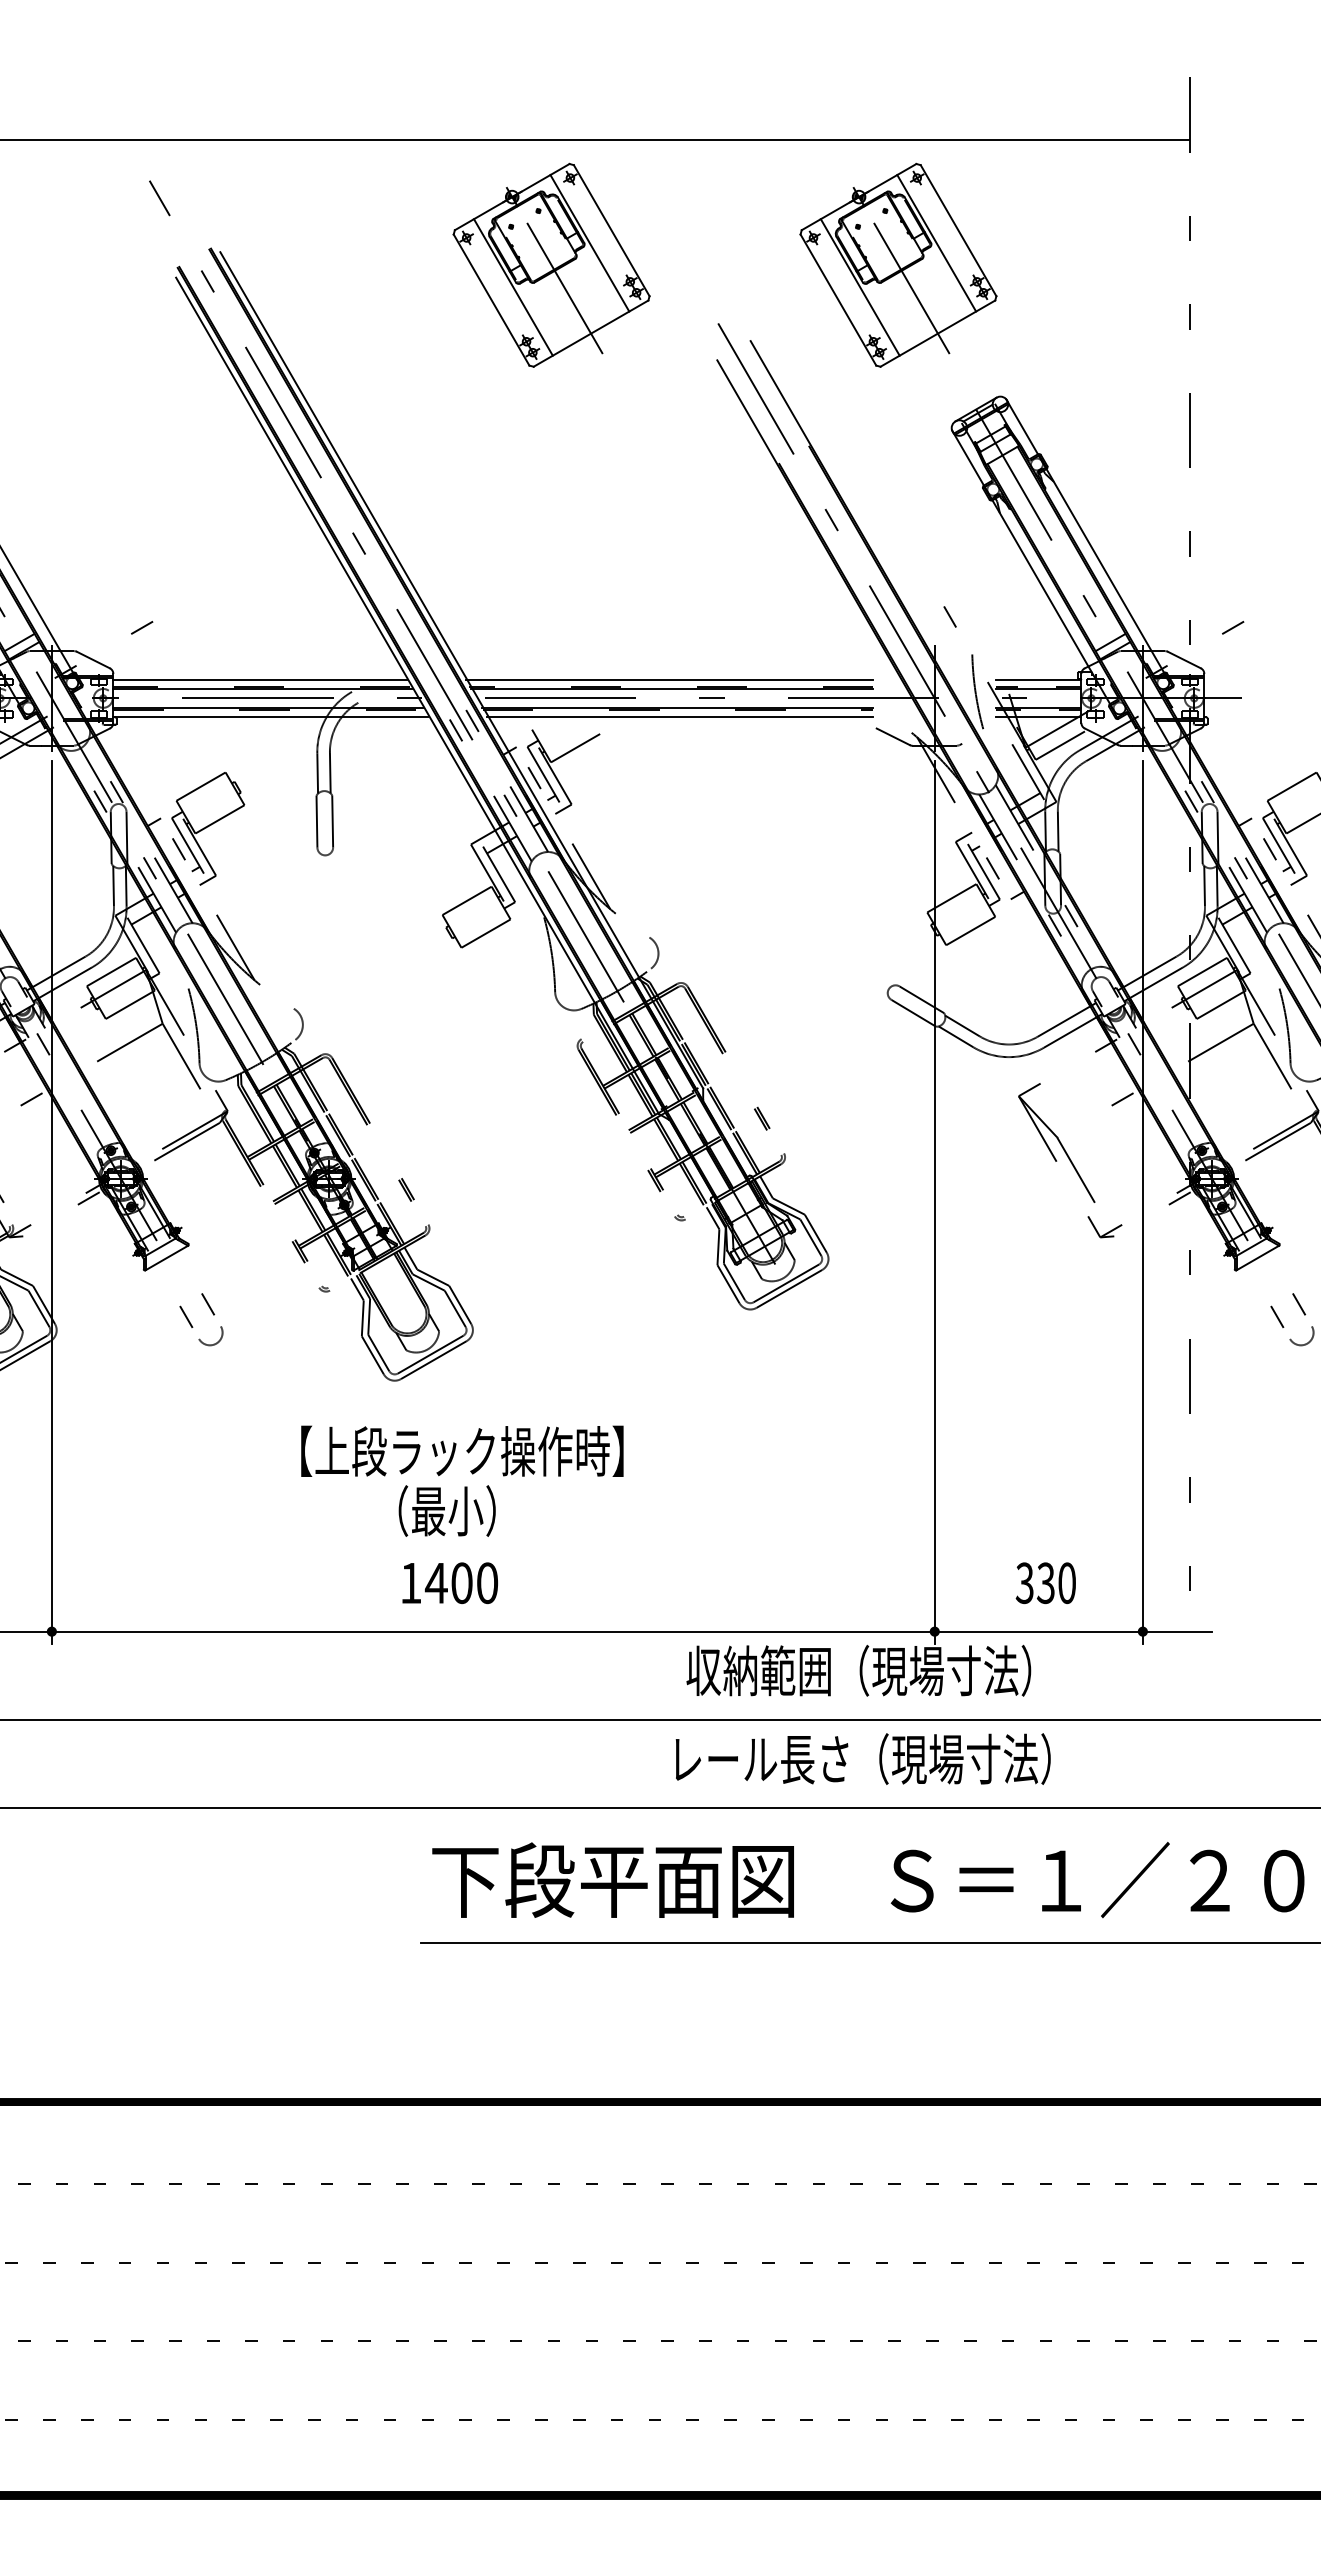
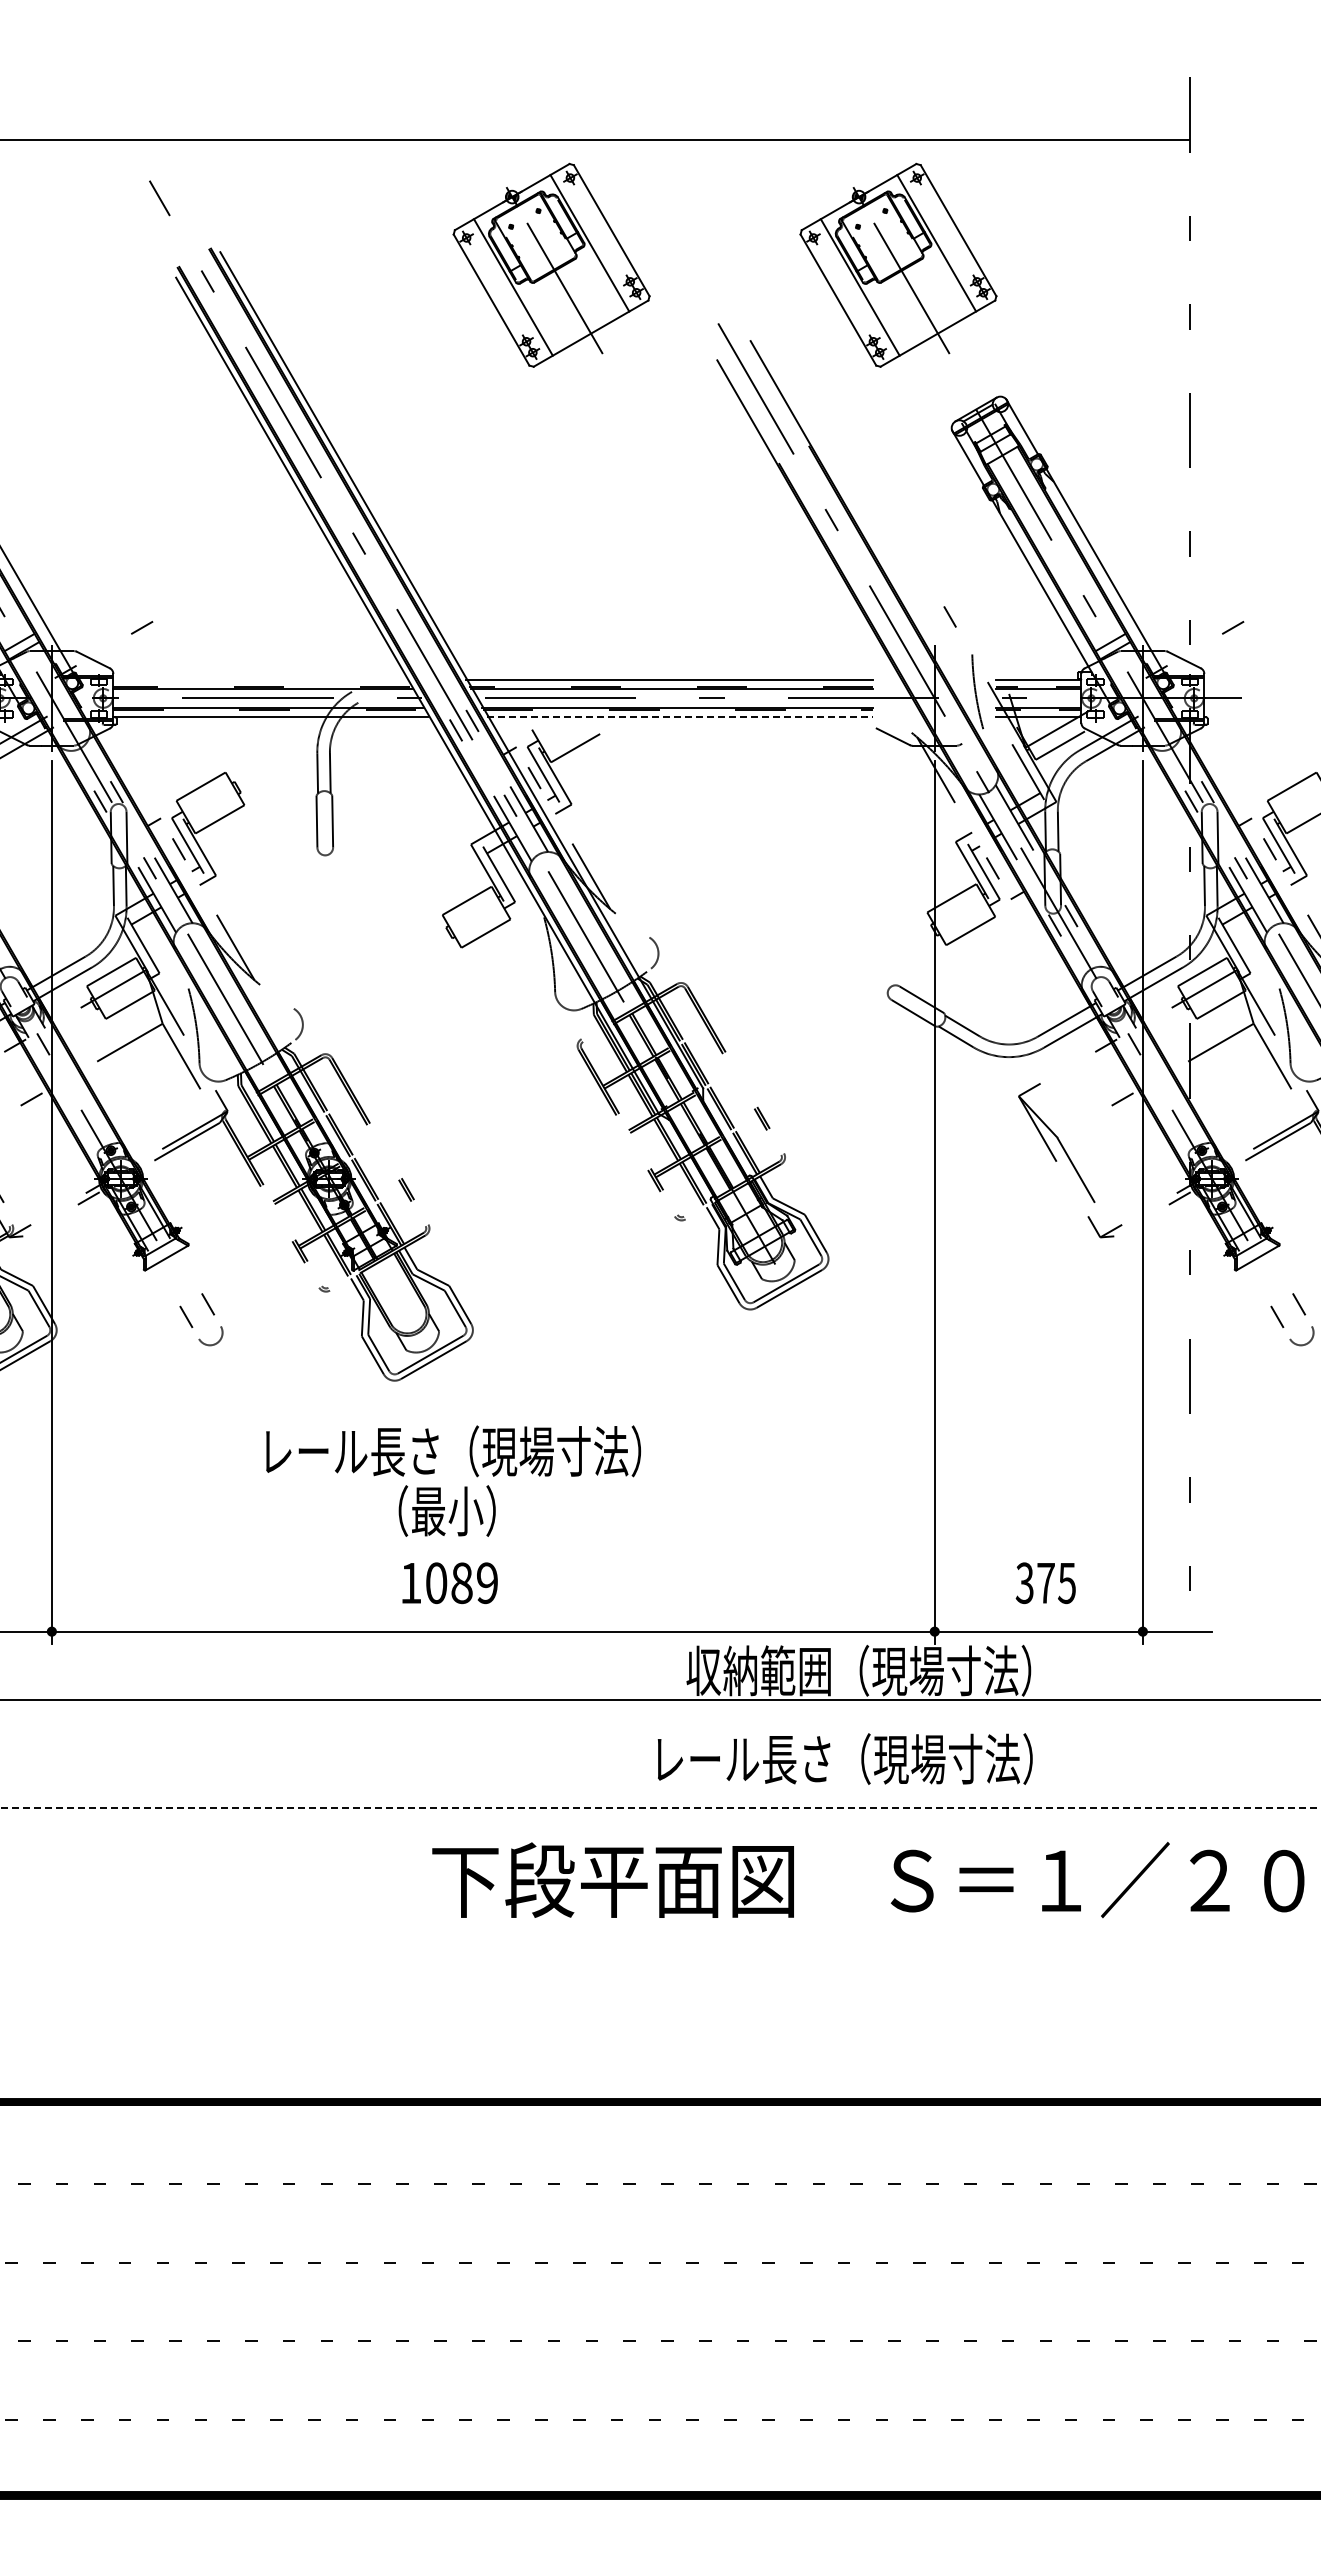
line at (259, 679): present -> none
line at (680, 716): solid -> dashed
text at (453, 1451): 【上段ラック操作時】 -> レール長さ（現場寸法）
text at (461, 1583): 1400 -> 1089
text at (1055, 1583): 330 -> 375
line at (659, 1719) position: (659, 1719) -> (659, 1699)
text at (862, 1758) position: (862, 1758) -> (844, 1758)
line at (660, 1808): solid -> dashed
line at (868, 1942): present -> none
